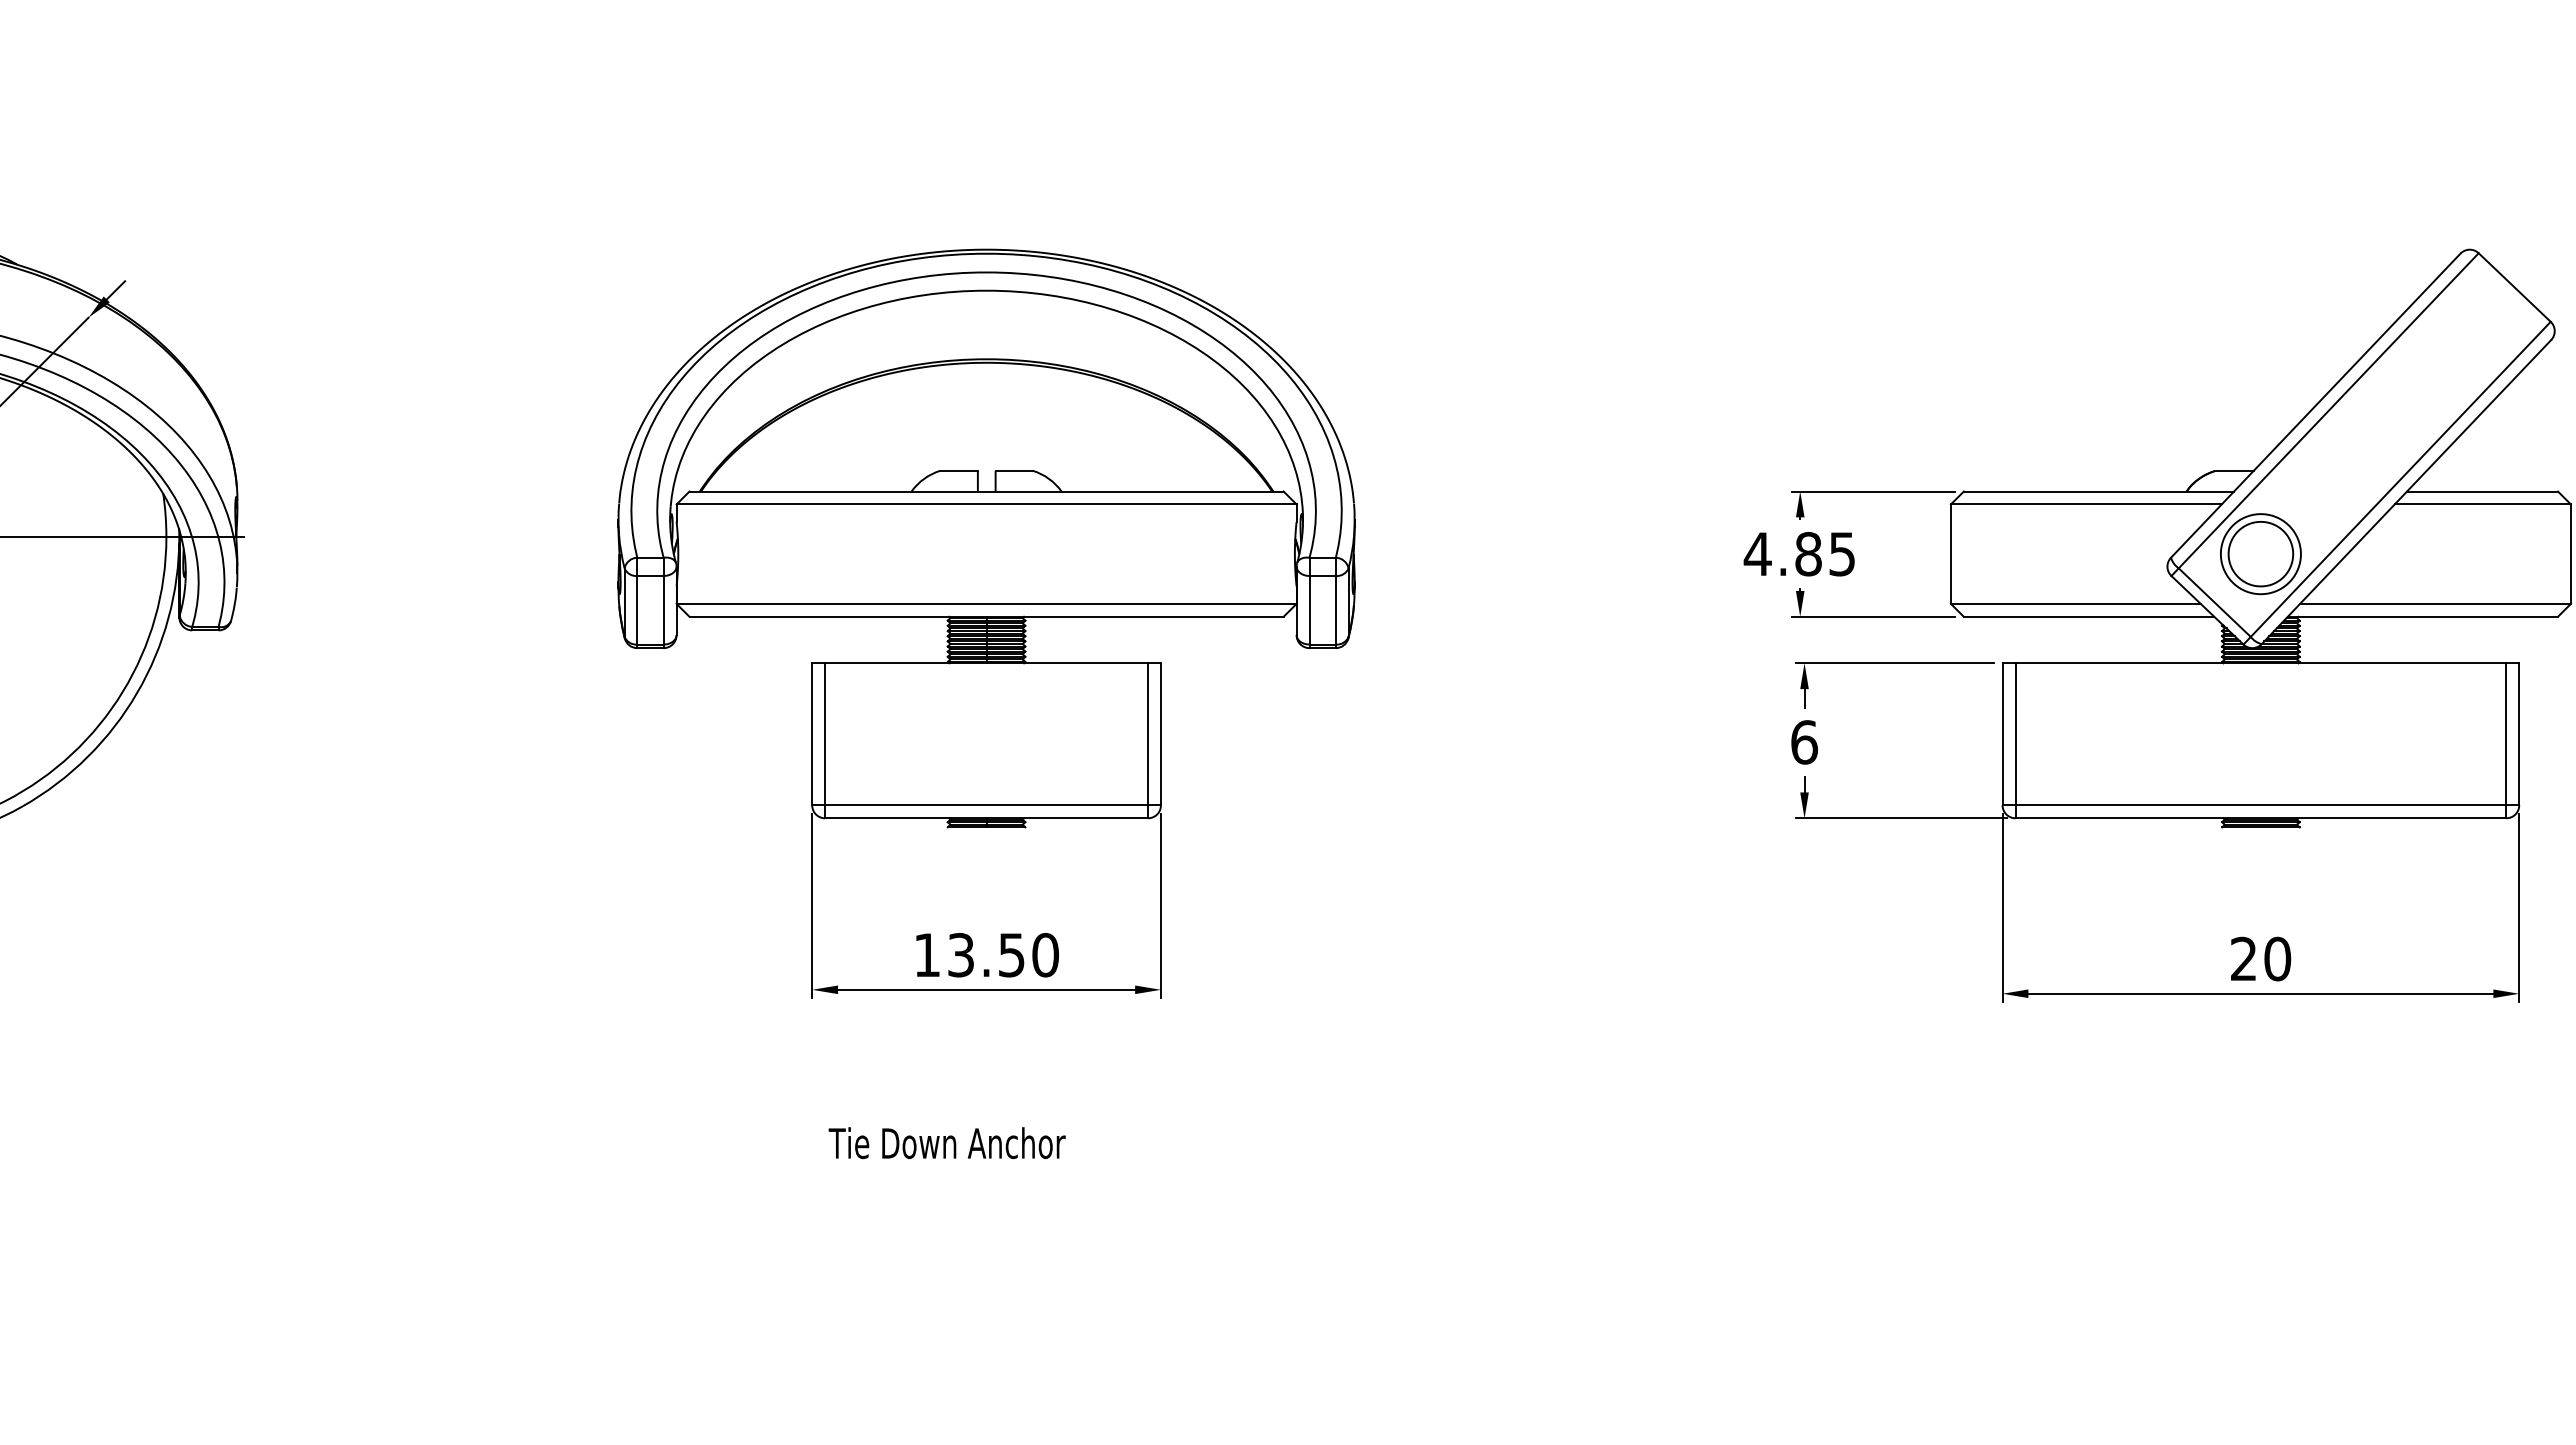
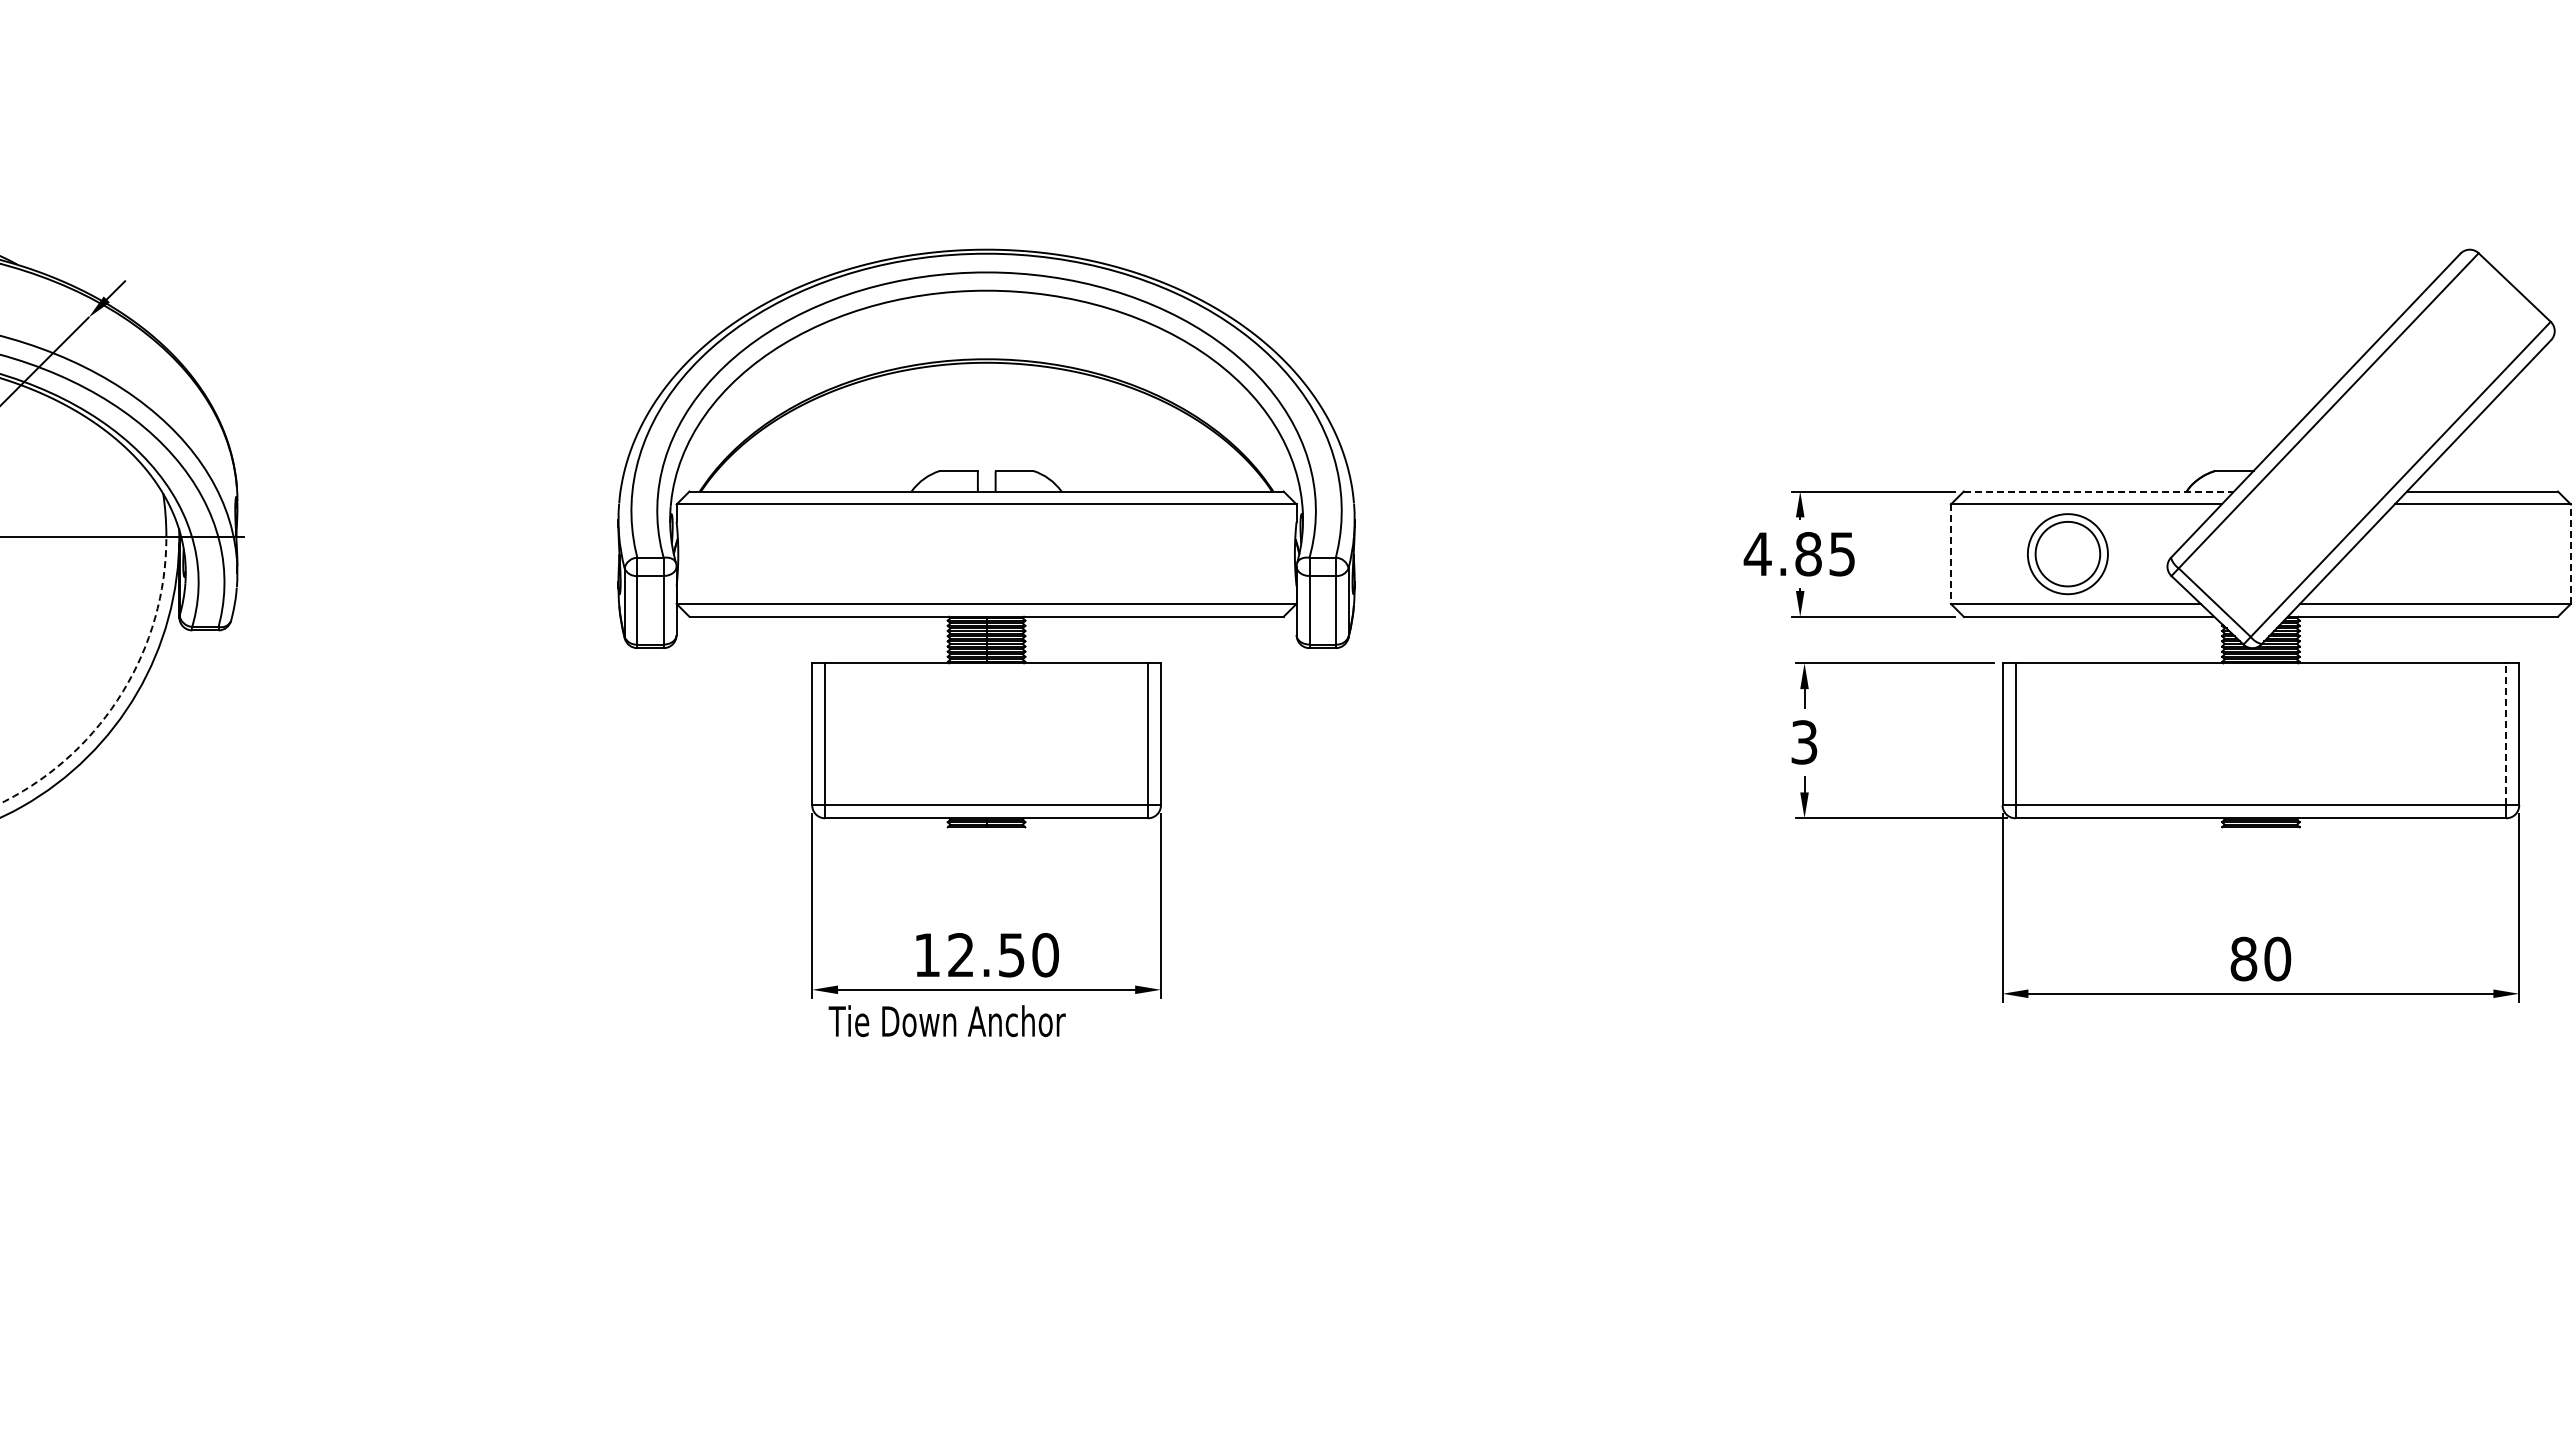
line at (2099, 491): solid -> dashed
line at (1950, 554): solid -> dashed
part at (2260, 554) position: (2260, 554) -> (2067, 554)
line at (2570, 554): solid -> dashed
arc at (121, 693): solid -> dashed
line at (2506, 733): solid -> dashed
text at (1804, 742): 6 -> 3
text at (960, 955): 13.50 -> 12.50
text at (2243, 958): 20 -> 80
text at (946, 1143) position: (946, 1143) -> (946, 1021)
